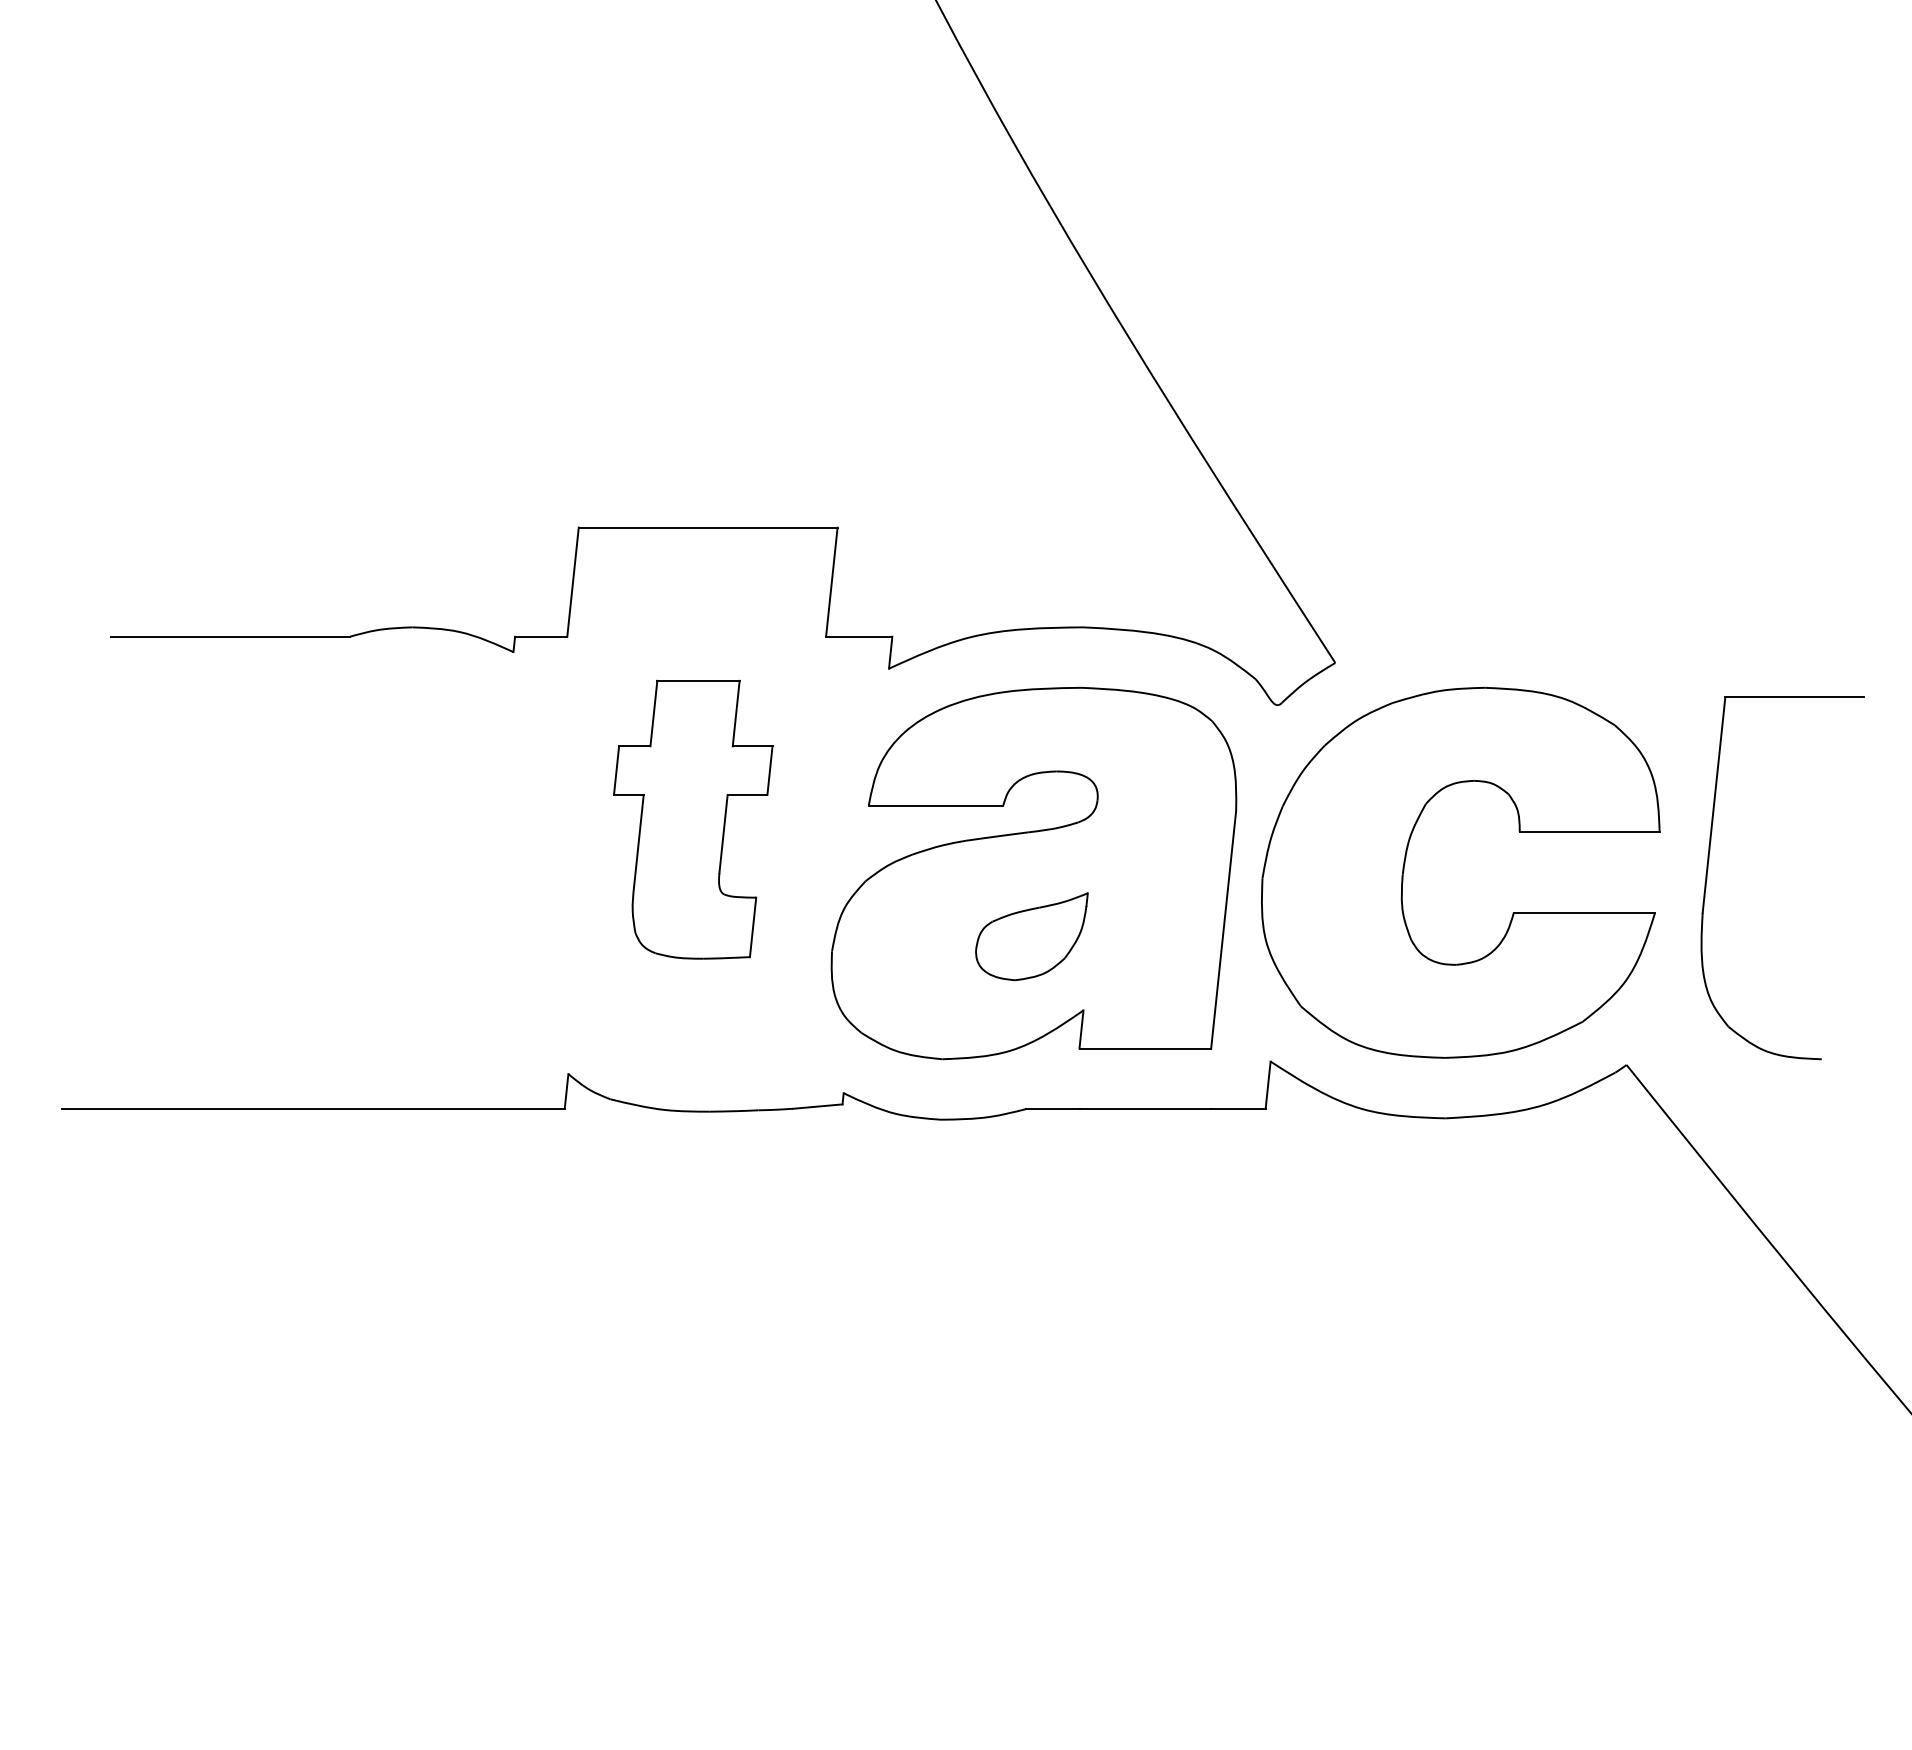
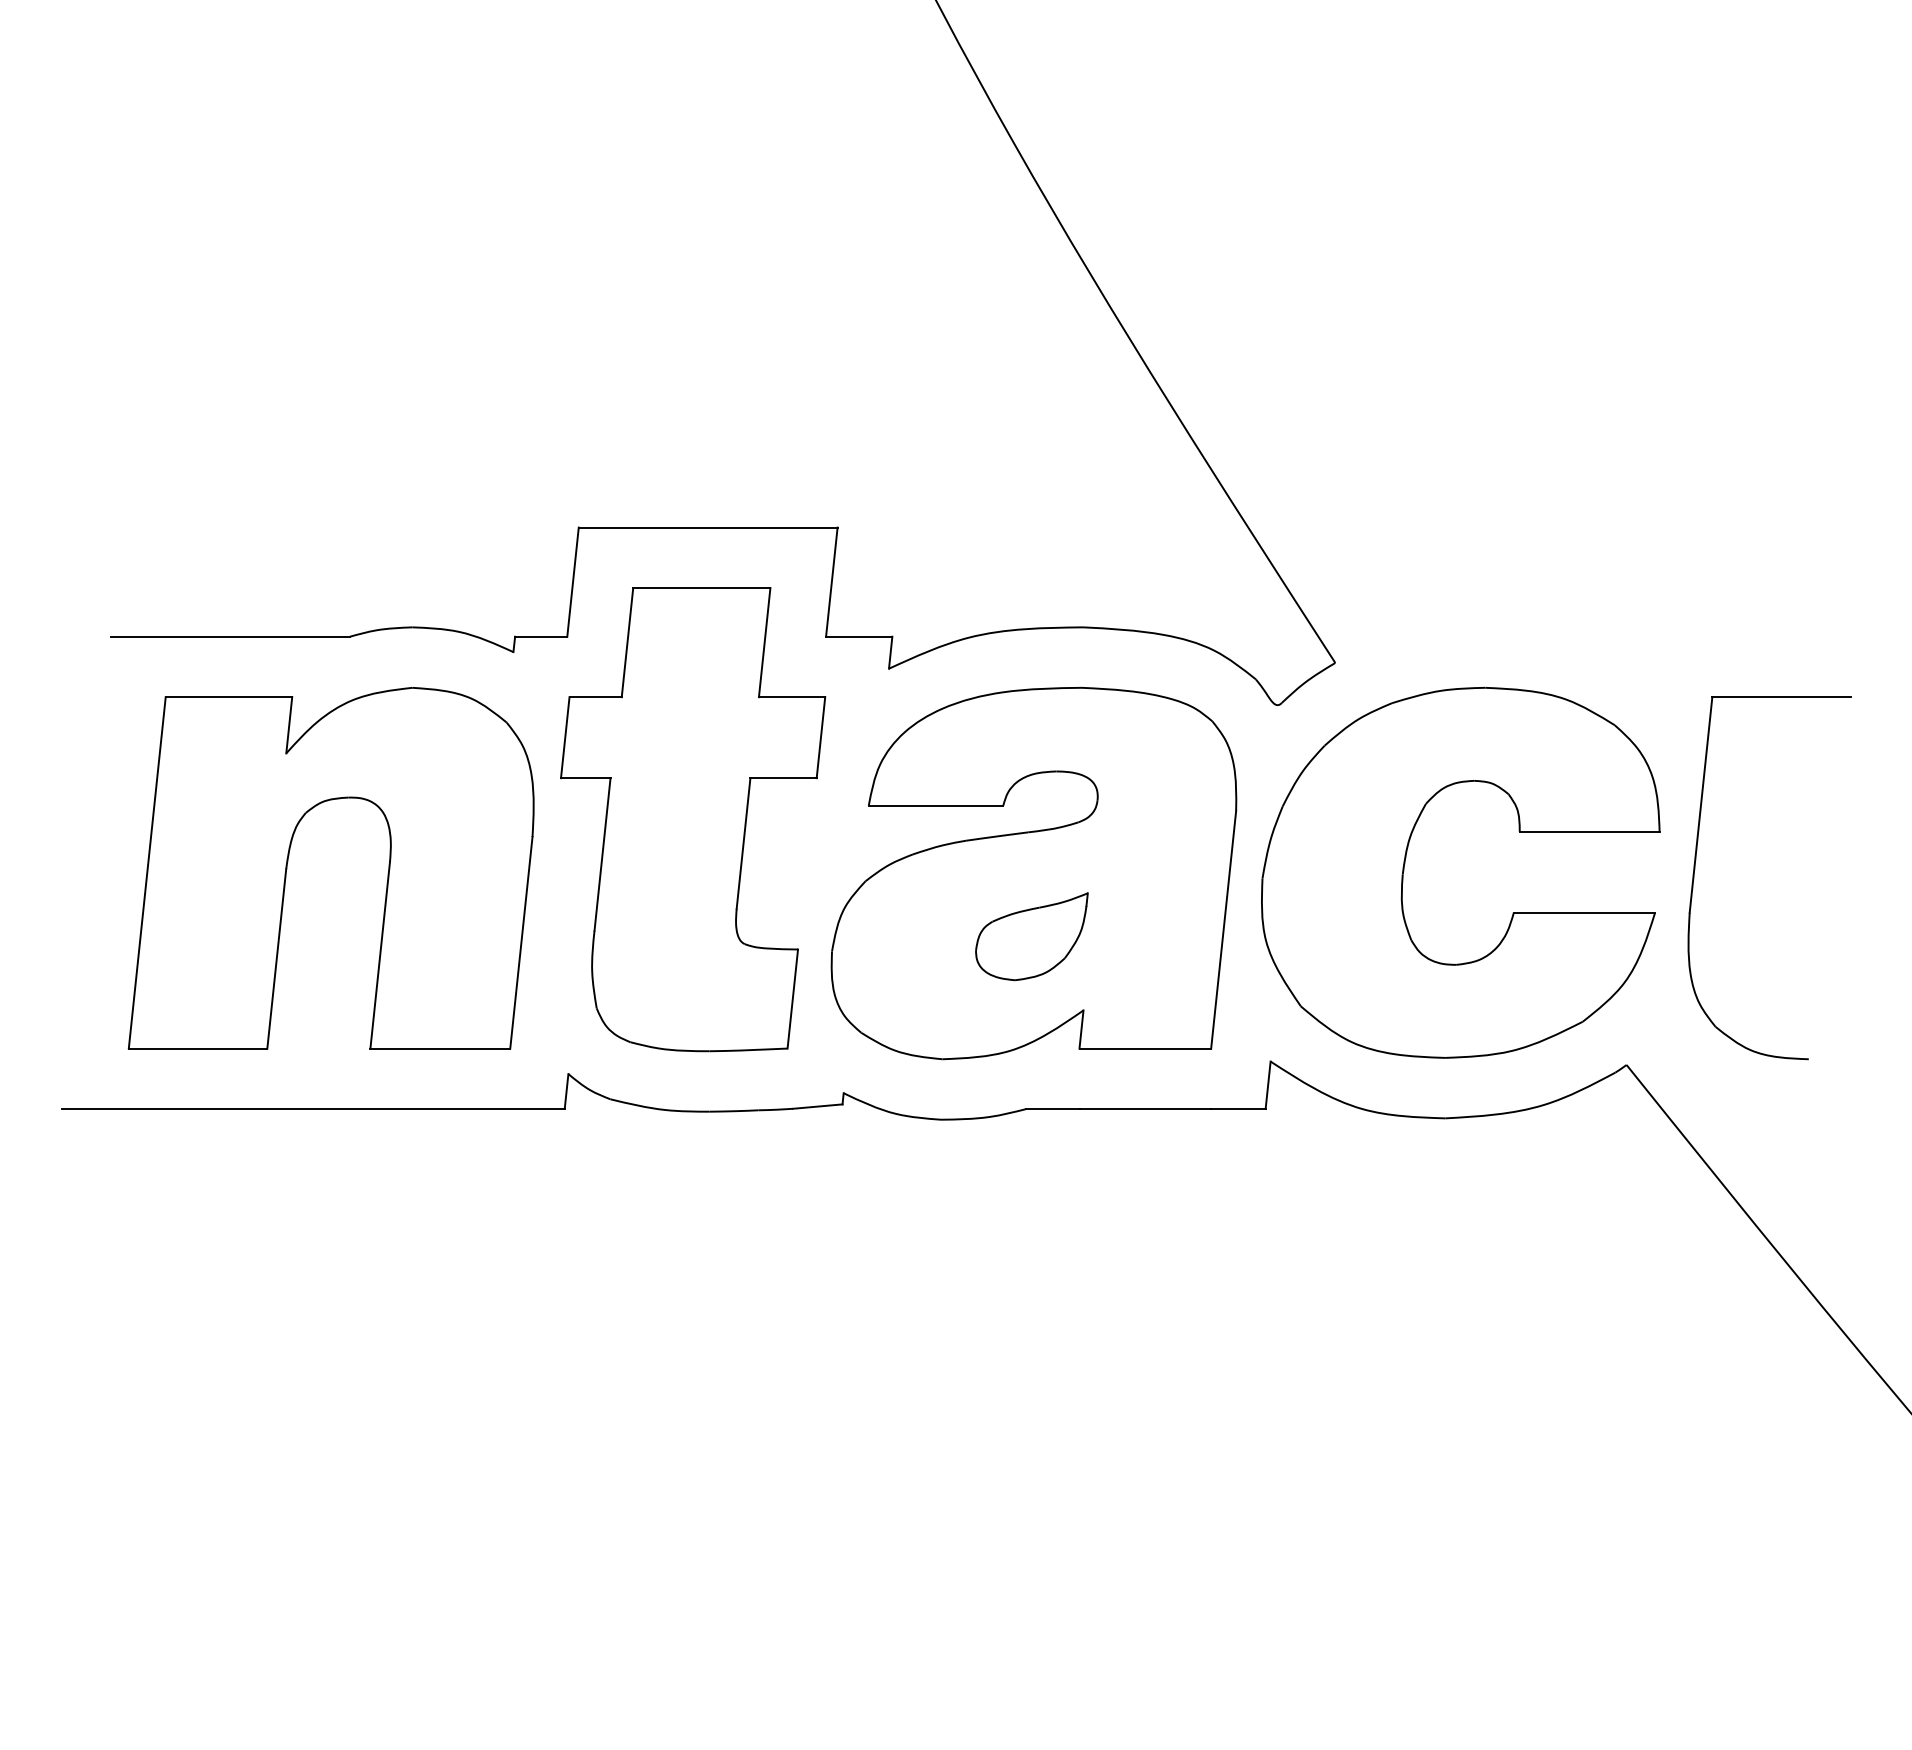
part at (693, 819) size: 161x281 px -> 267x466 px
part at (288, 862): none -> present
part at (1708, 869) position: (1708, 869) -> (1695, 869)
